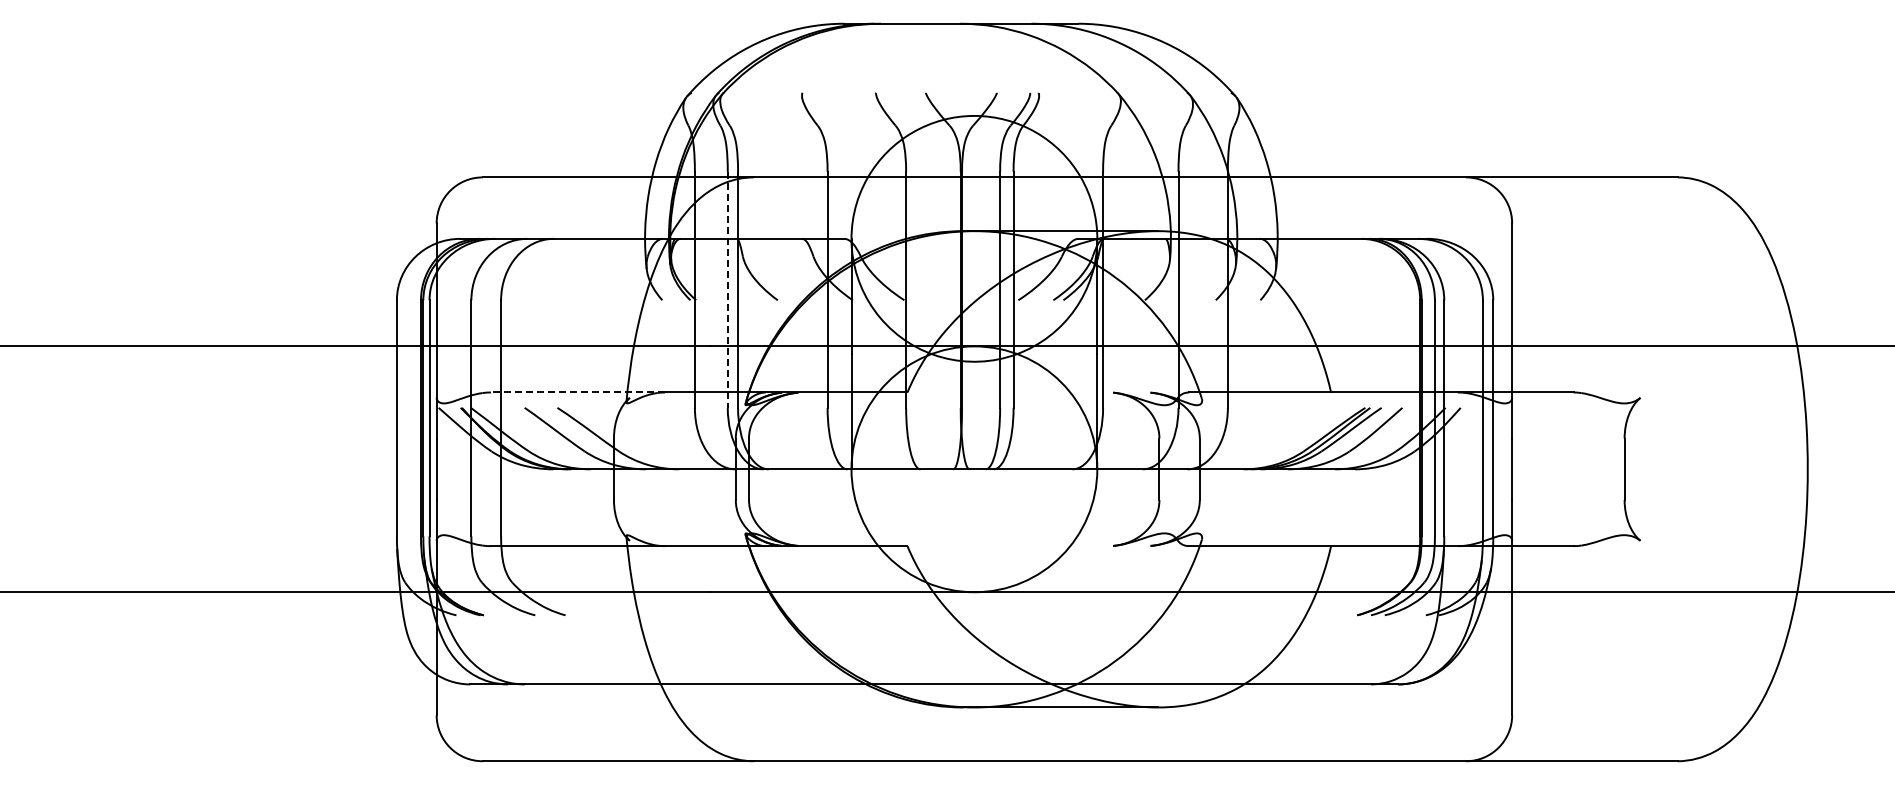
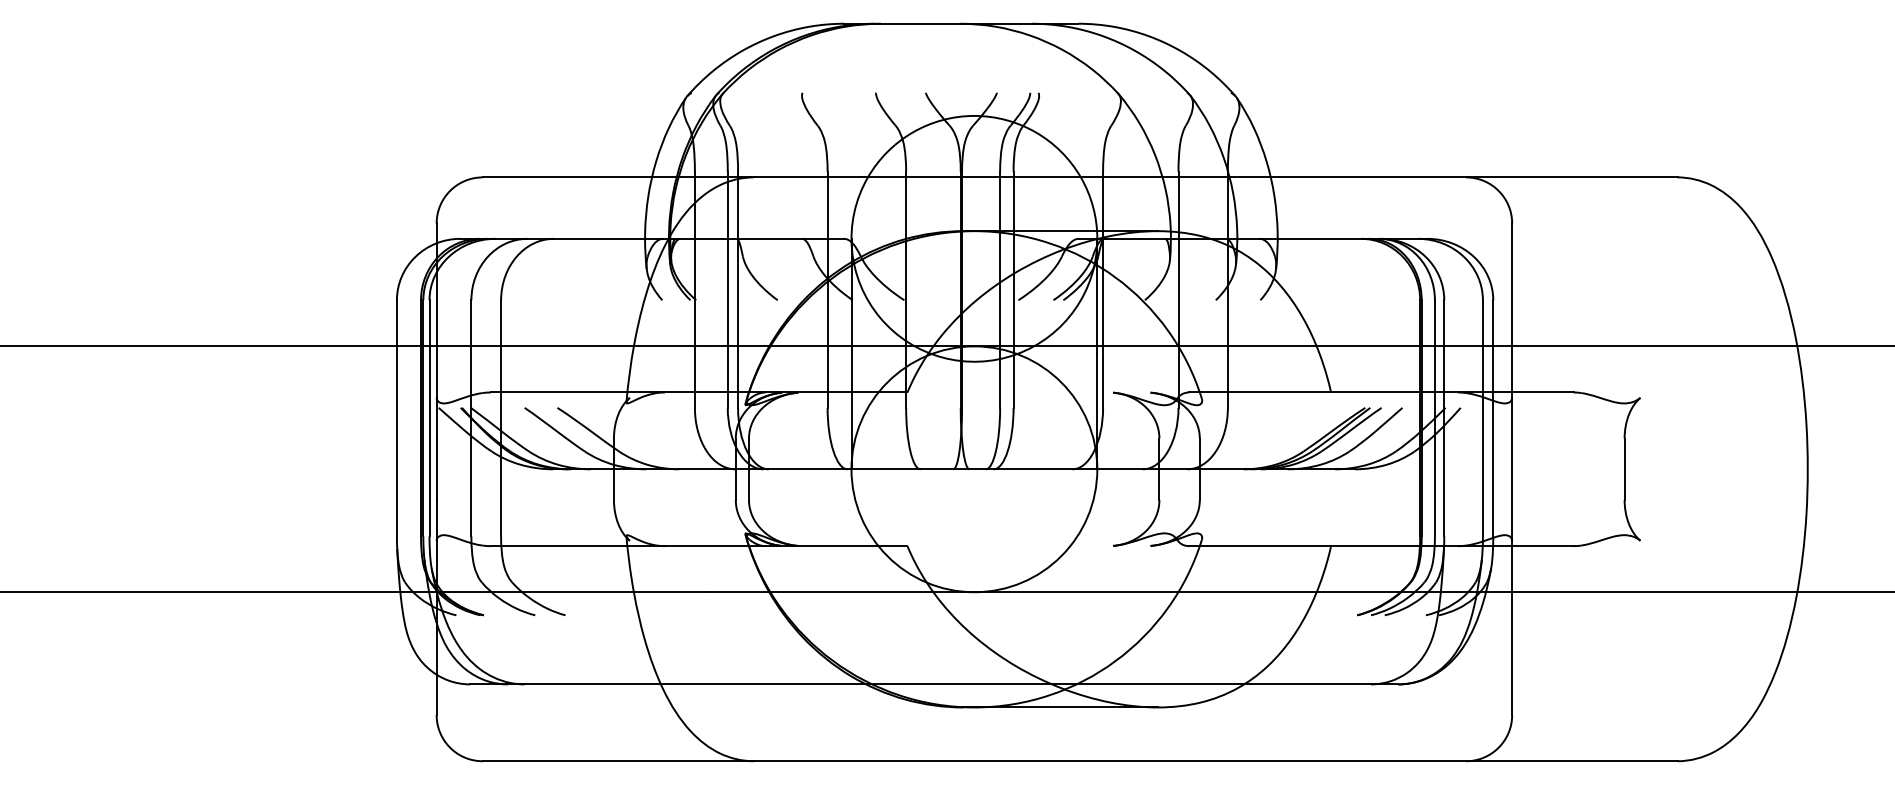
line at (727, 289): dashed -> solid
line at (577, 392): dashed -> solid
